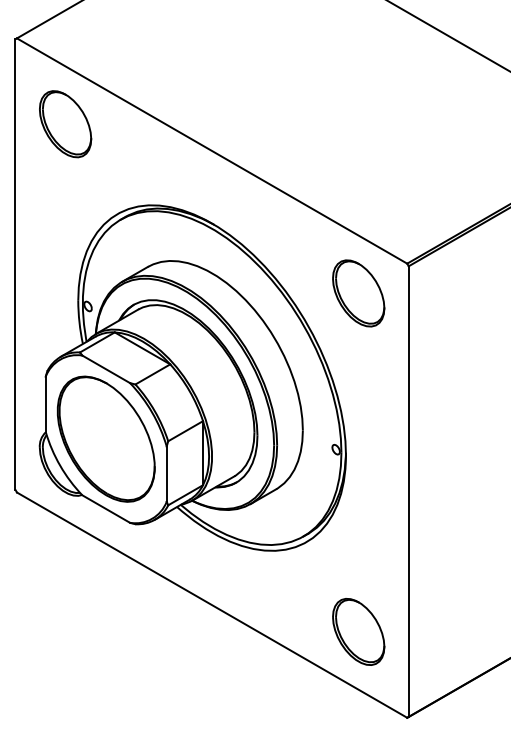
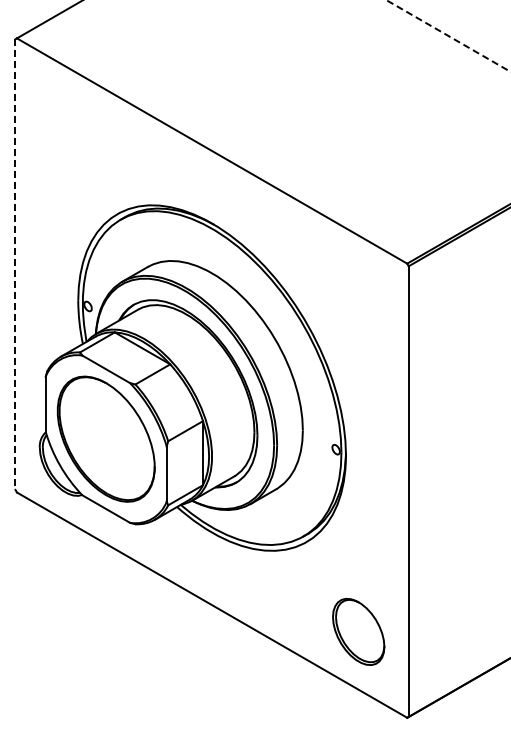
line at (448, 36): solid -> dashed
part at (65, 124): present -> none
line at (15, 265): solid -> dashed
part at (358, 293): present -> none
